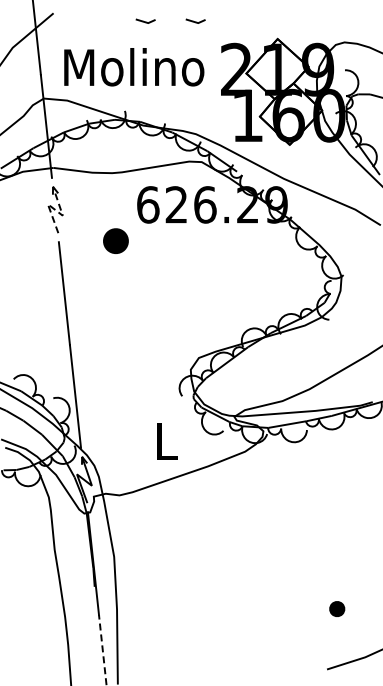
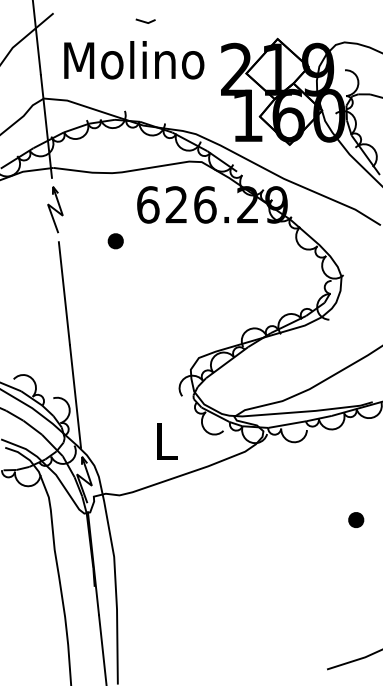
line at (195, 21): present -> none
text at (134, 67) position: (134, 67) -> (134, 60)
line at (55, 210): dashed -> solid
part at (115, 240) size: 26x26 px -> 17x17 px
part at (337, 608) position: (337, 608) -> (356, 519)
line at (102, 649): dashed -> solid
